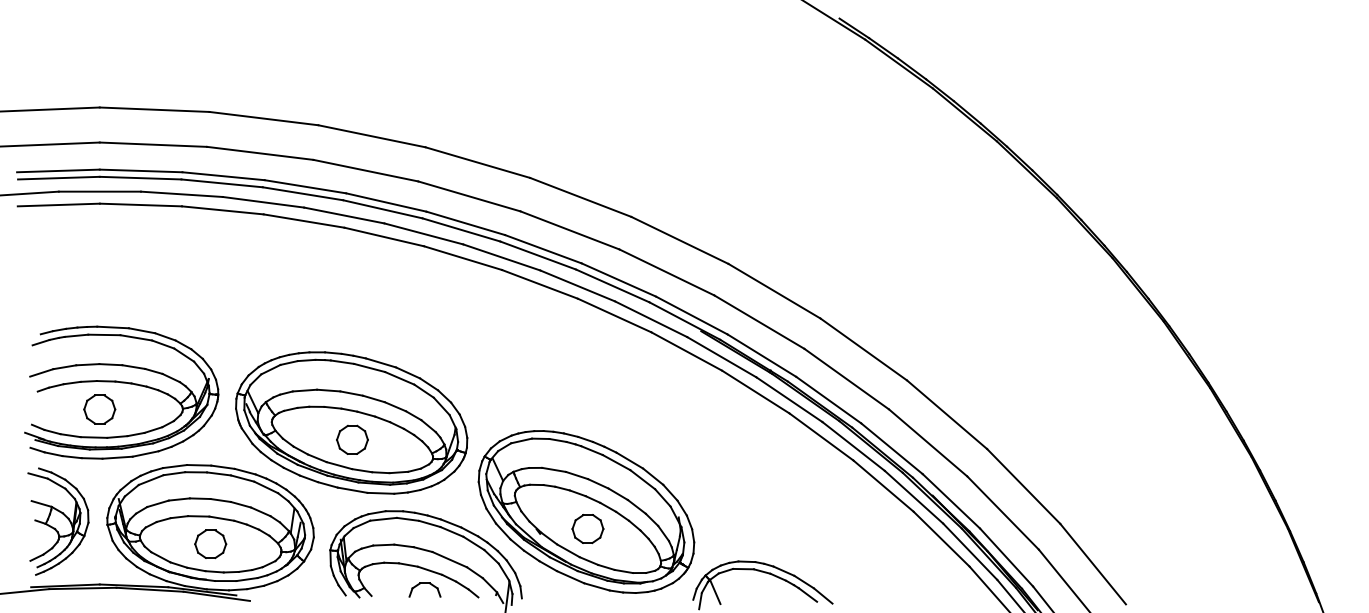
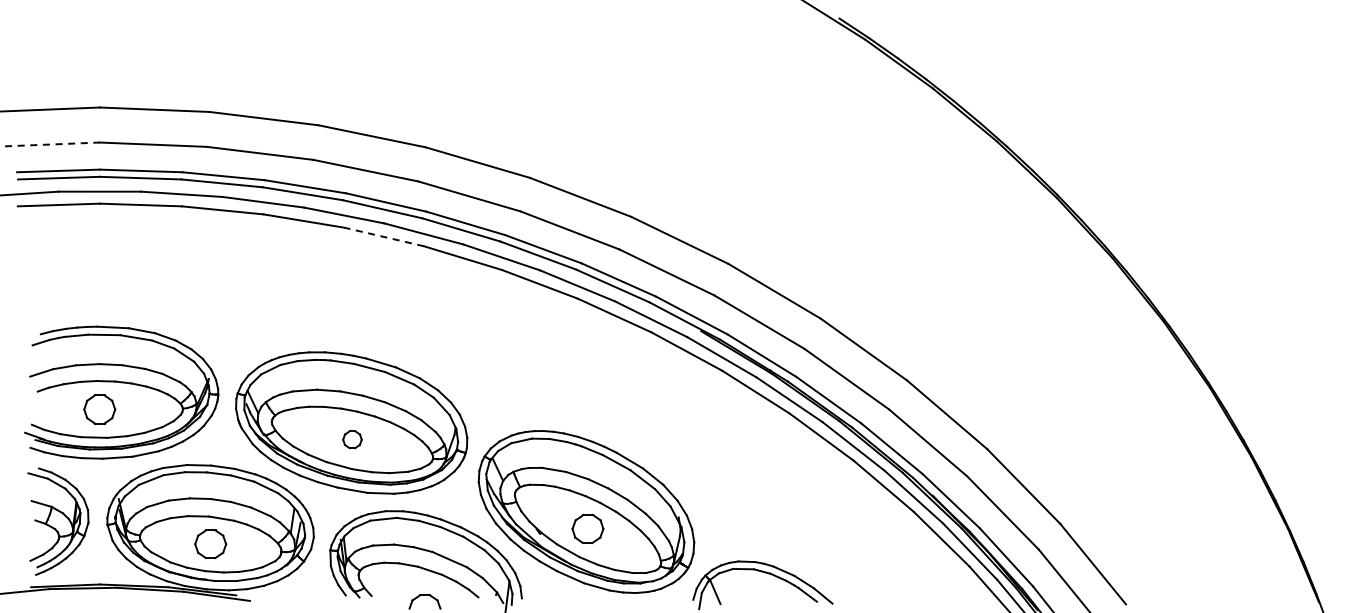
line at (50, 144): solid -> dashed
line at (384, 237): solid -> dashed
part at (352, 439) size: 33x31 px -> 21x20 px
part at (424, 589) position: (424, 589) -> (424, 601)
